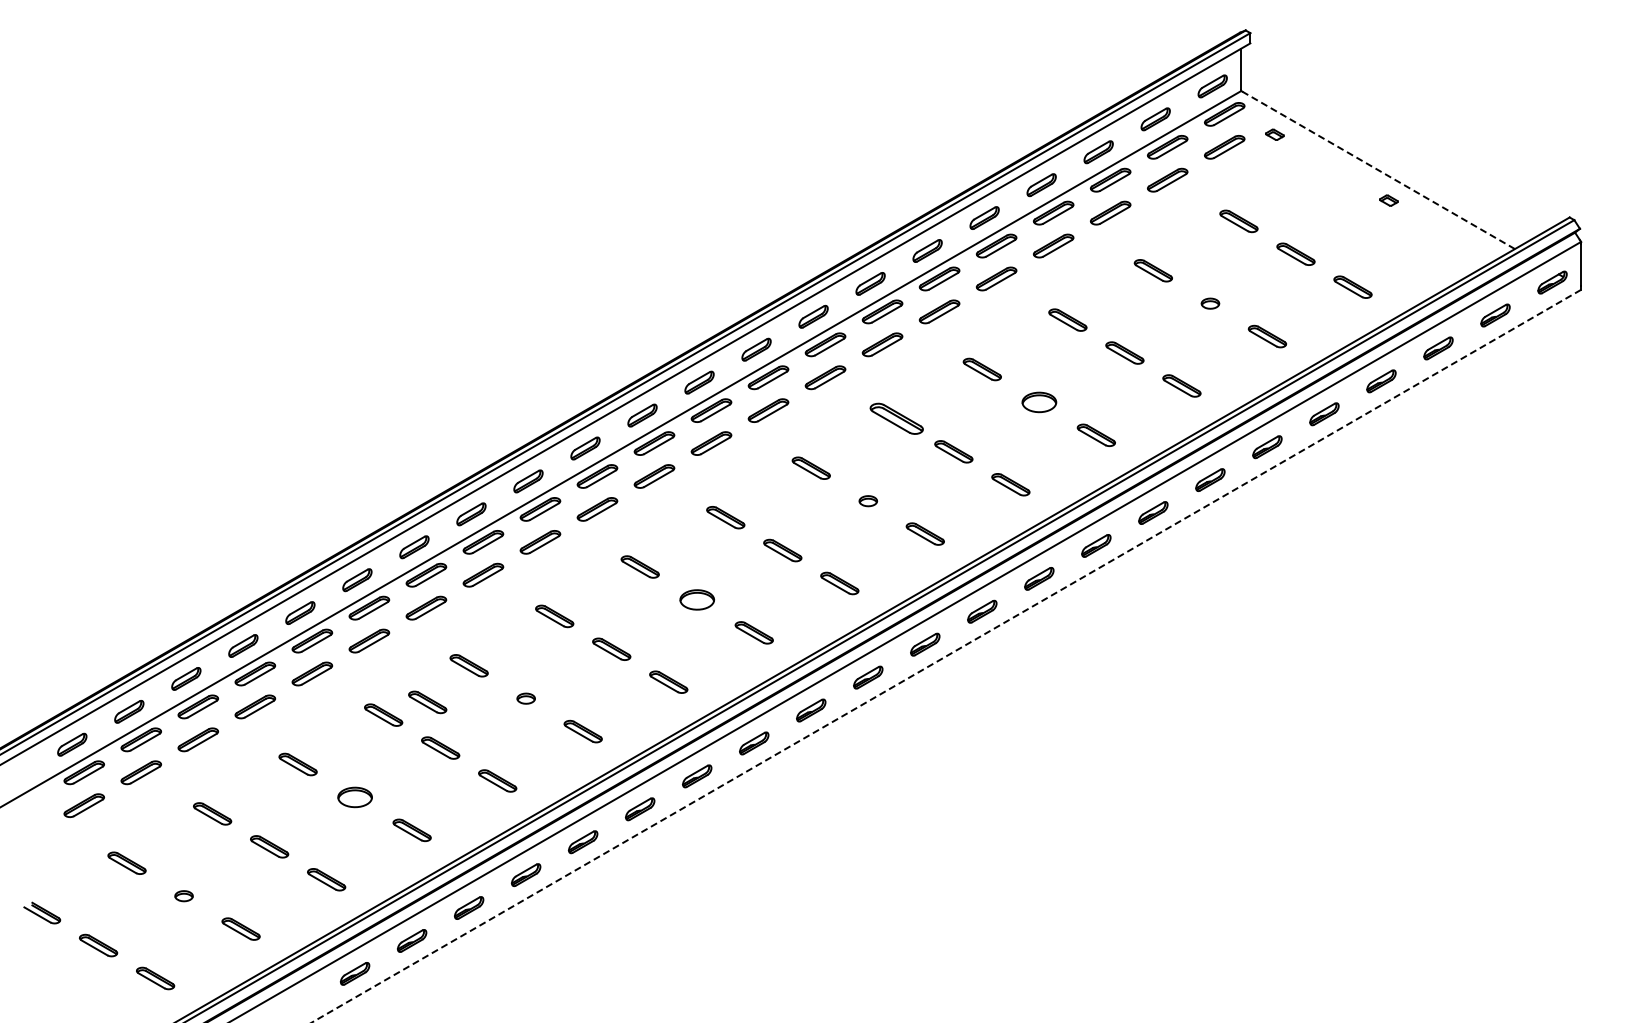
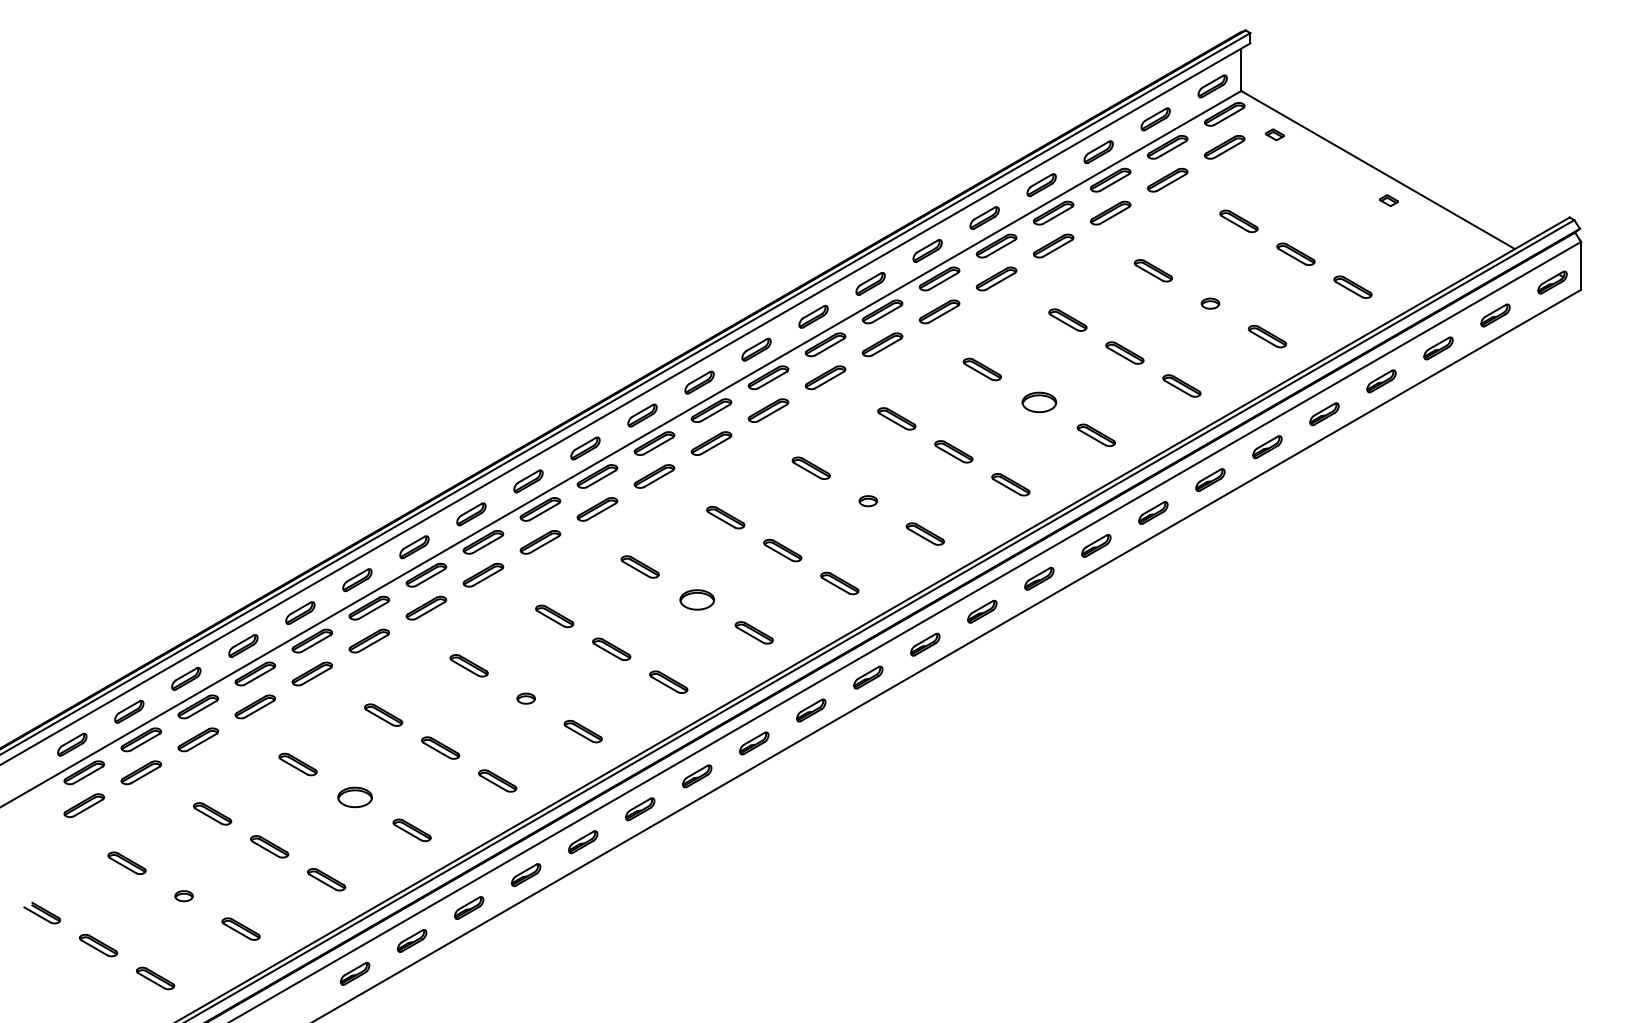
line at (1378, 170): dashed -> solid
part at (896, 418) size: 55x33 px -> 40x24 px
line at (946, 656): dashed -> solid
part at (427, 702): present -> none
